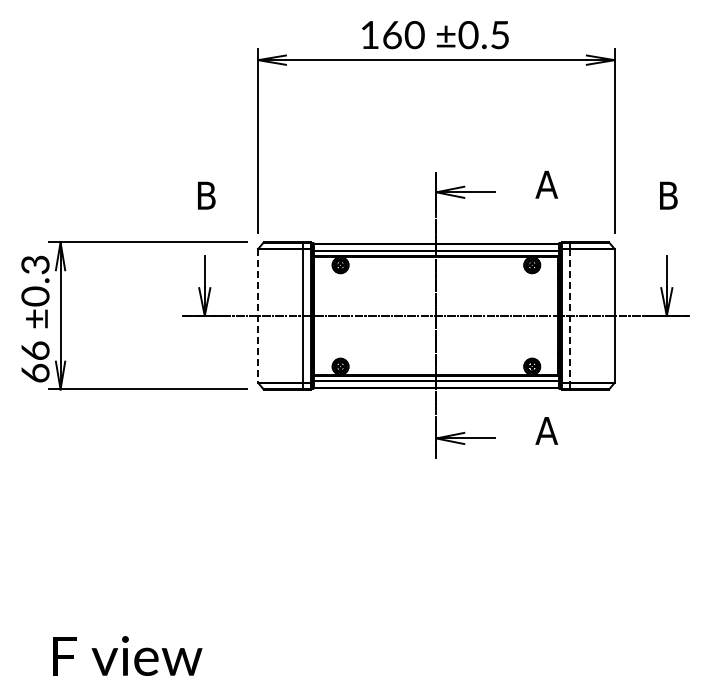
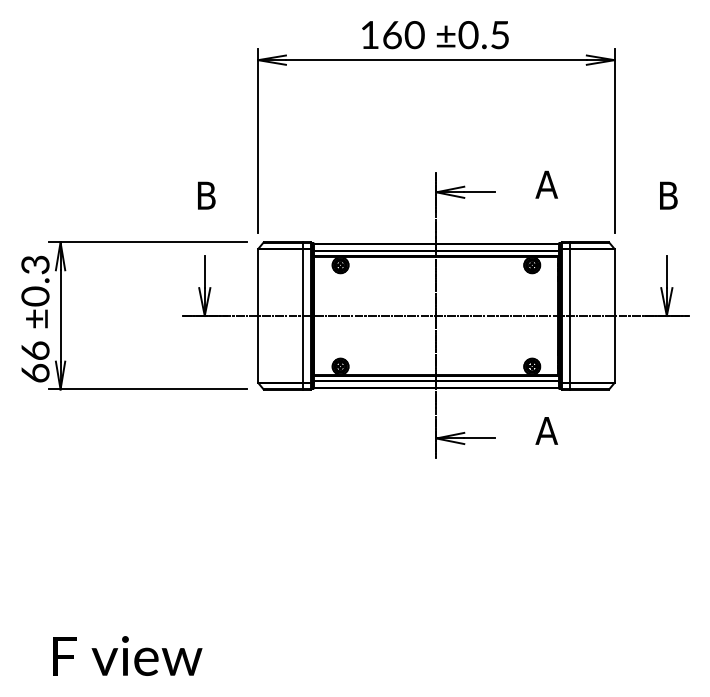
line at (258, 315): dashed -> solid
line at (570, 315): dashed -> solid
